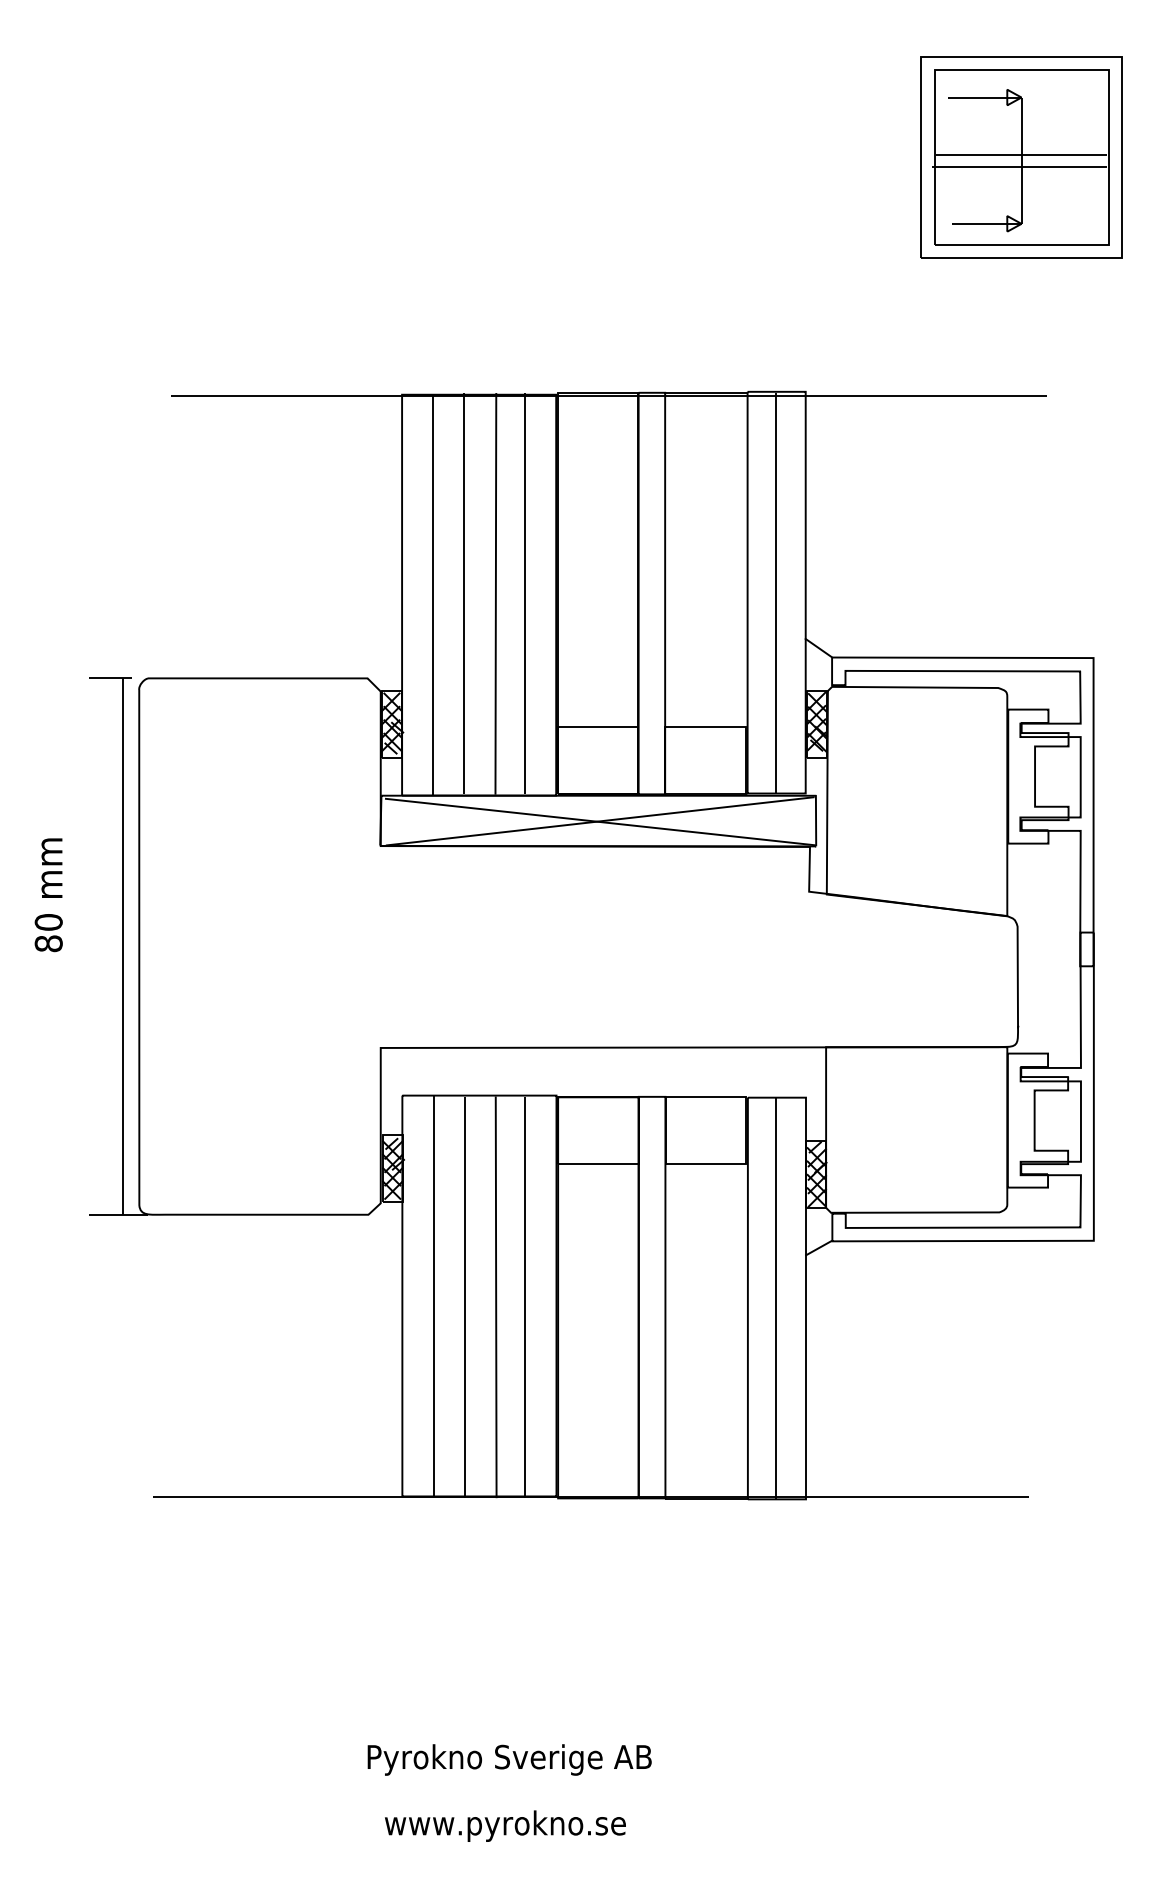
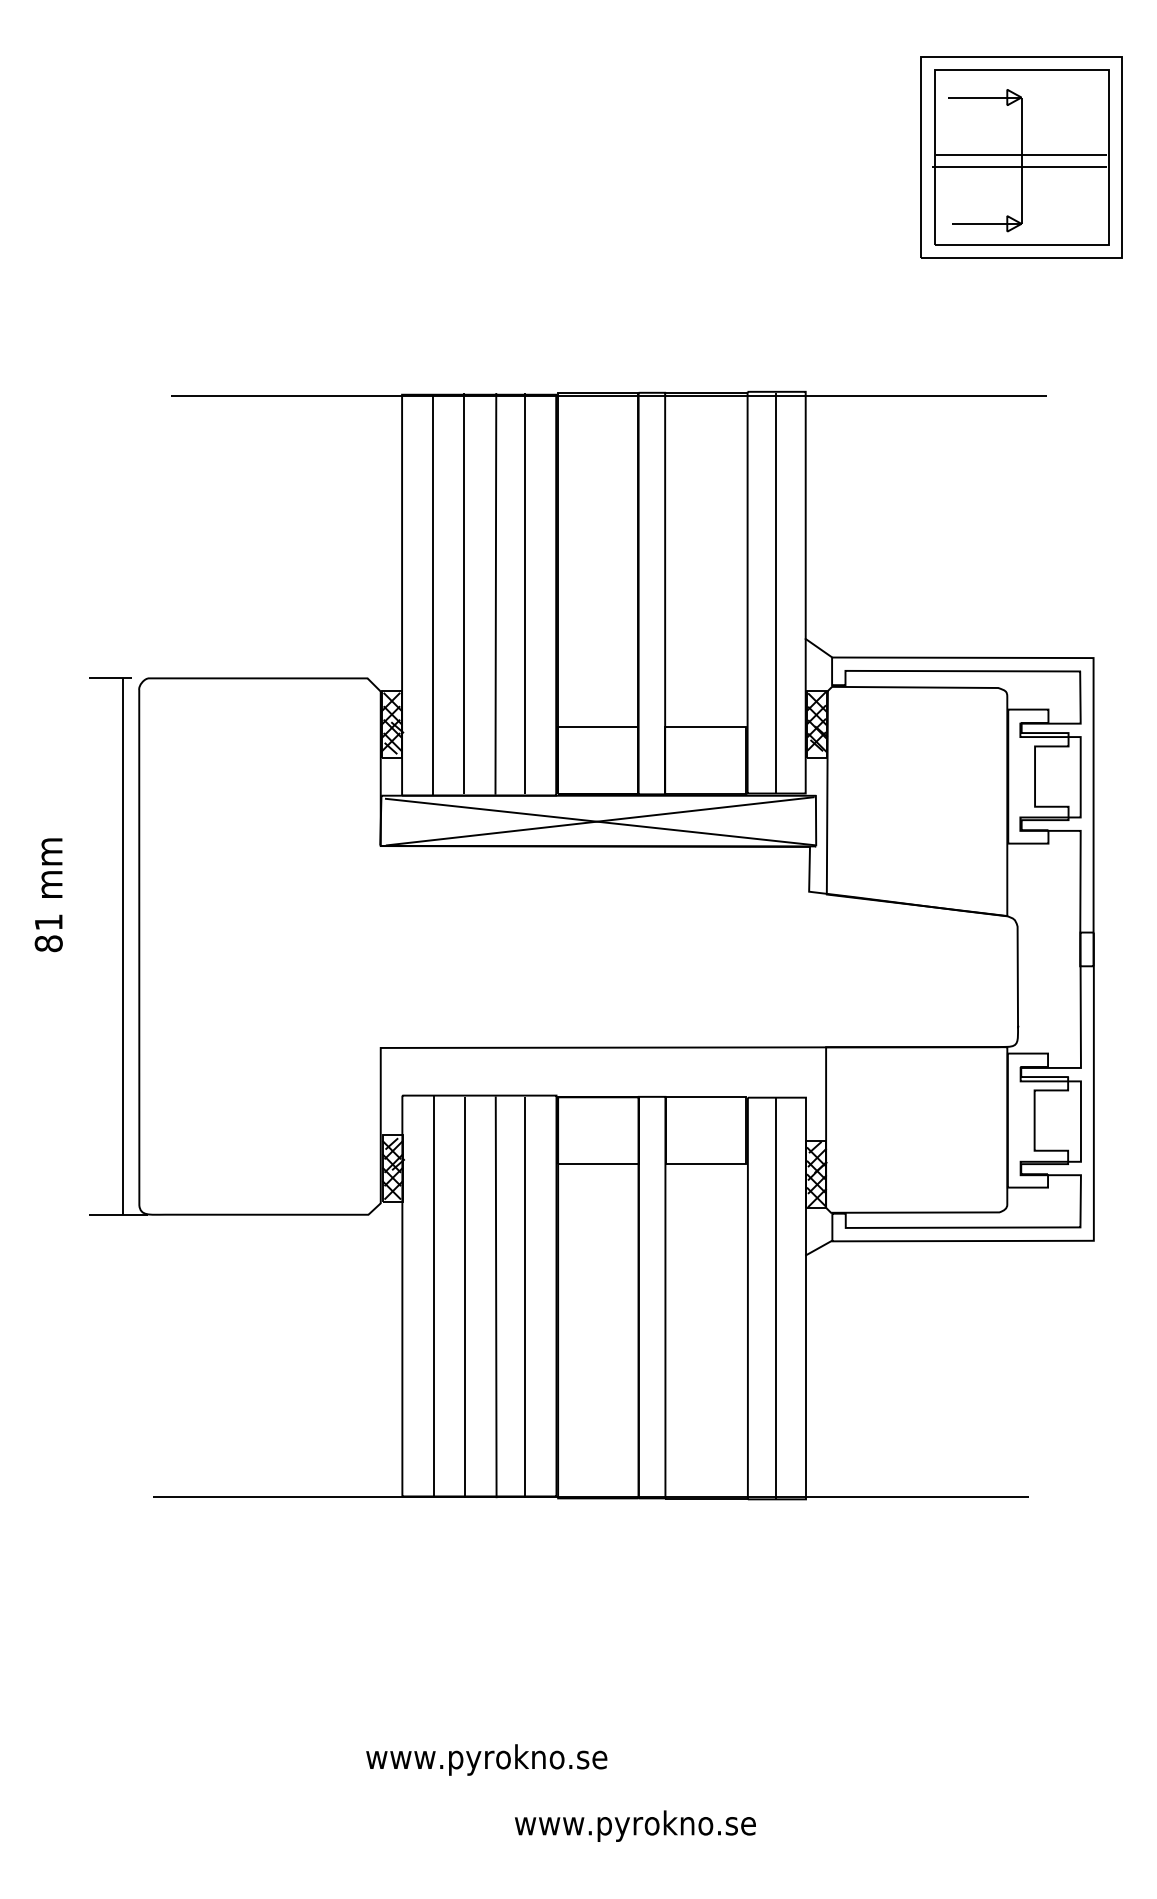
text at (48, 922): 80 -> 81
text at (508, 1759): Pyrokno Sverige AB -> www.pyrokno.se
text at (505, 1825) position: (505, 1825) -> (635, 1825)
